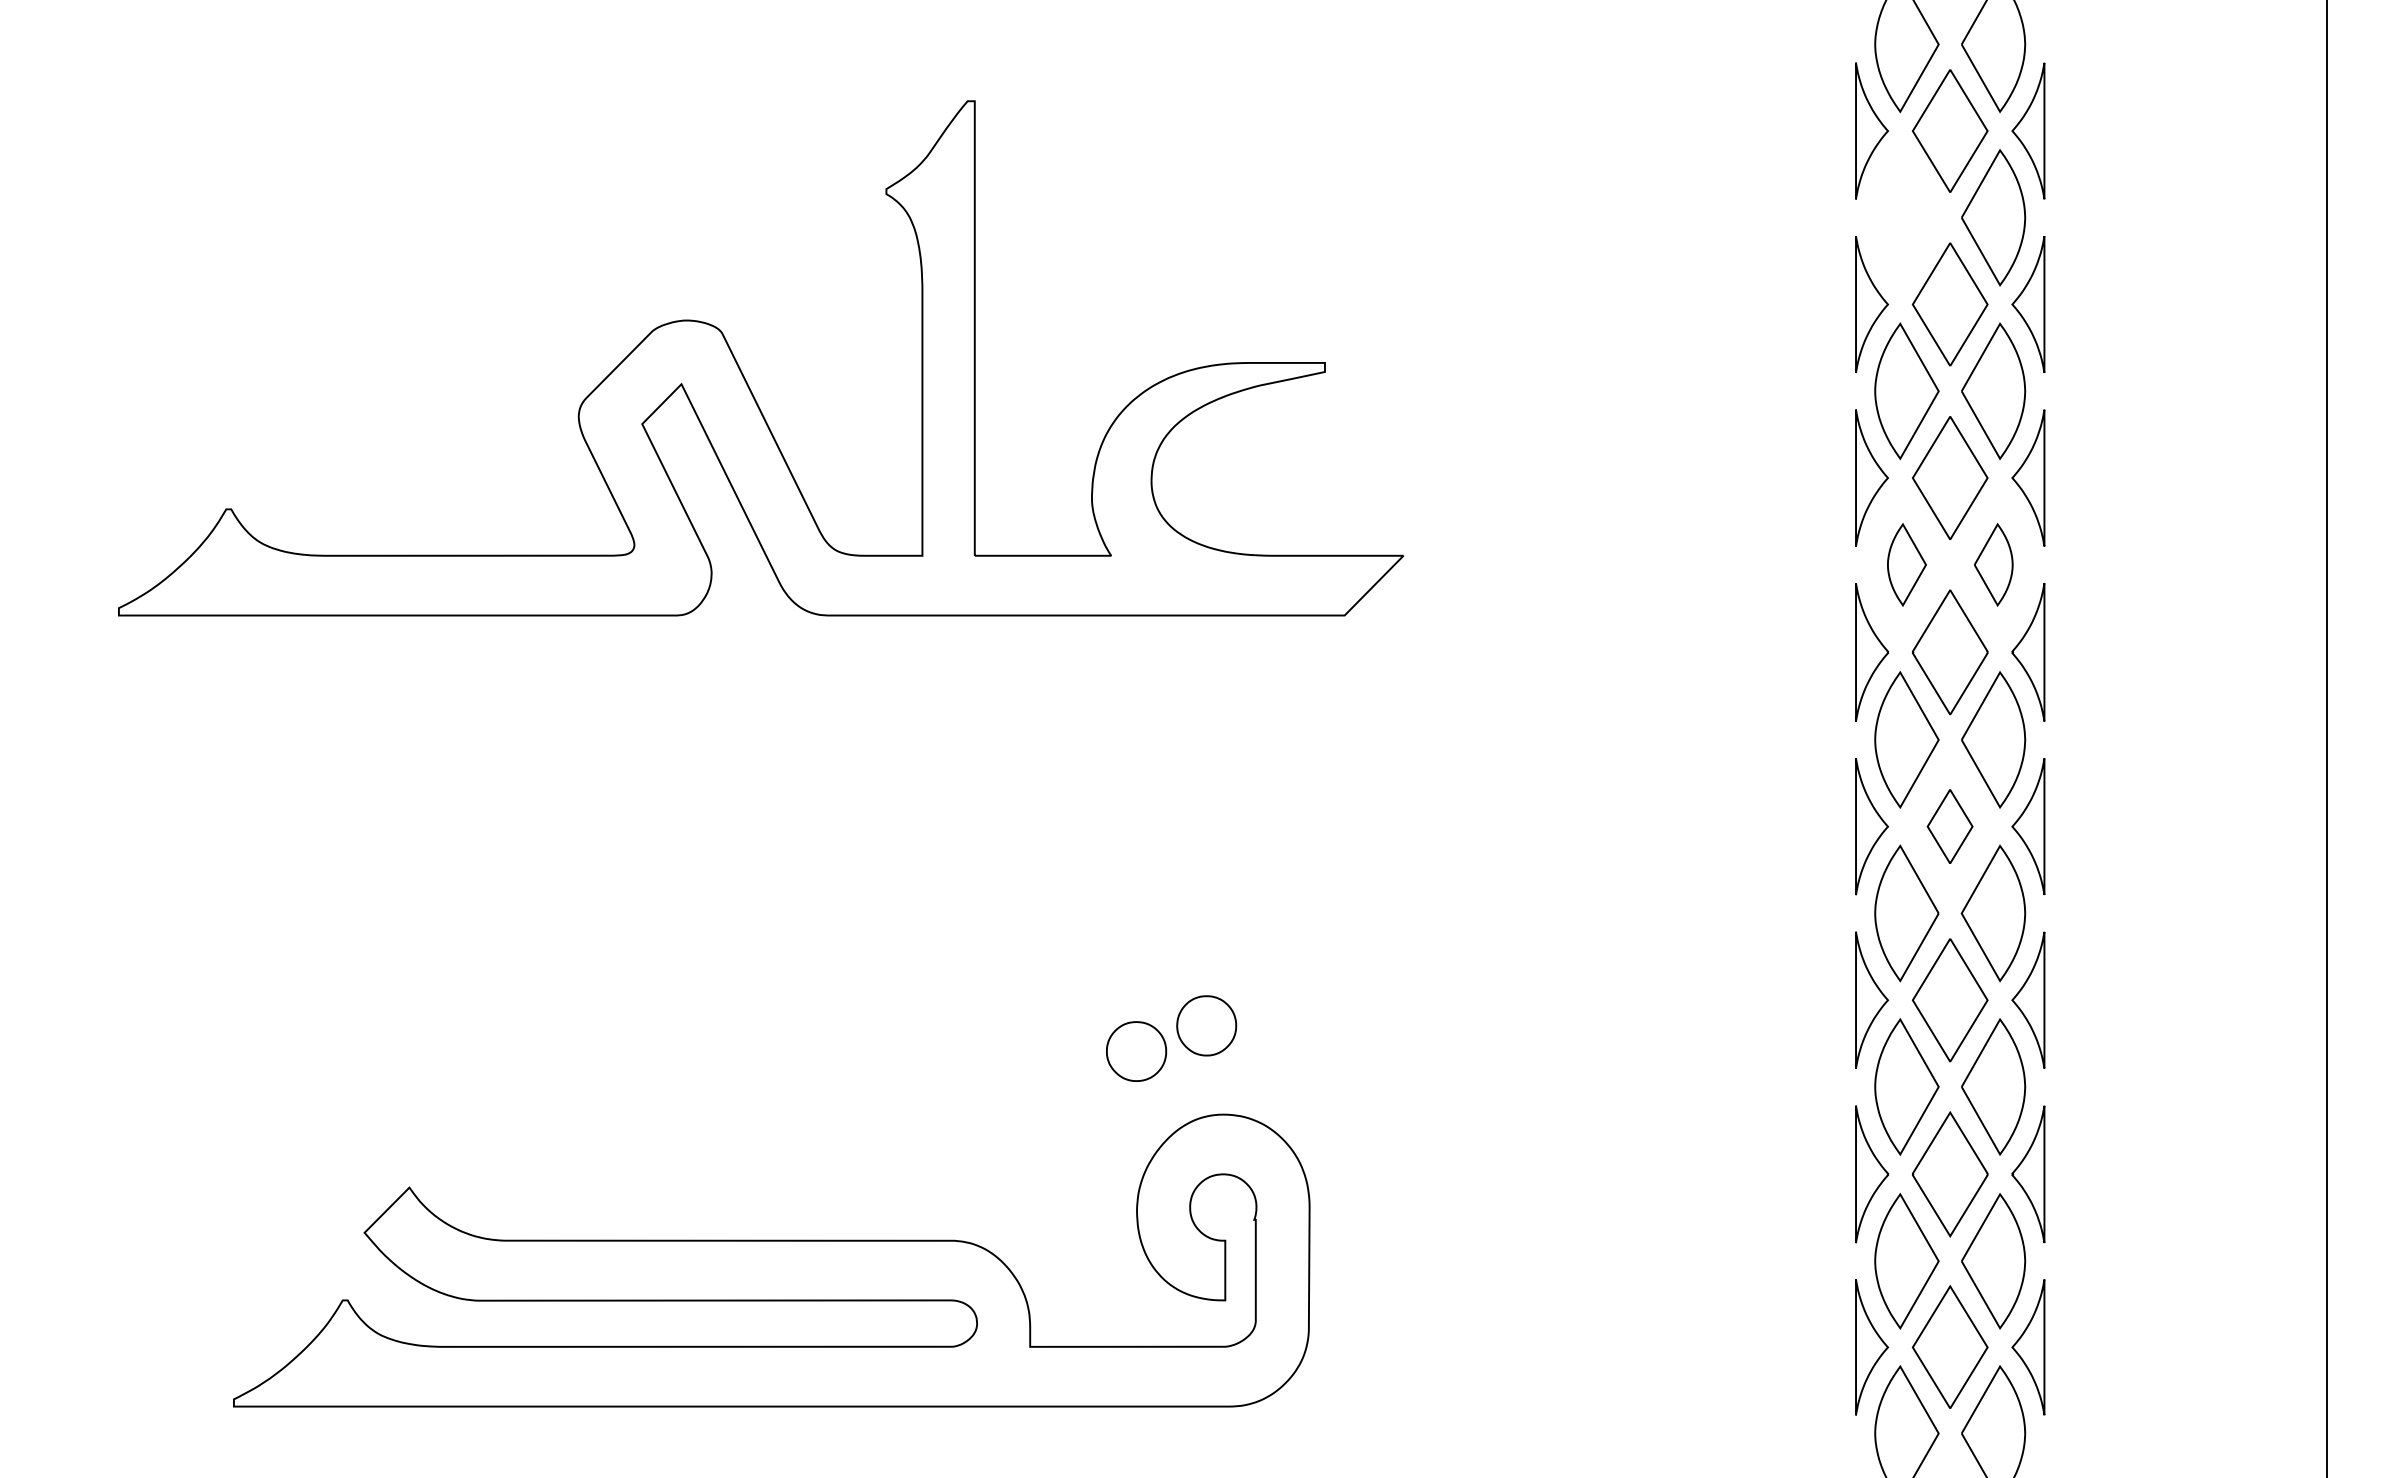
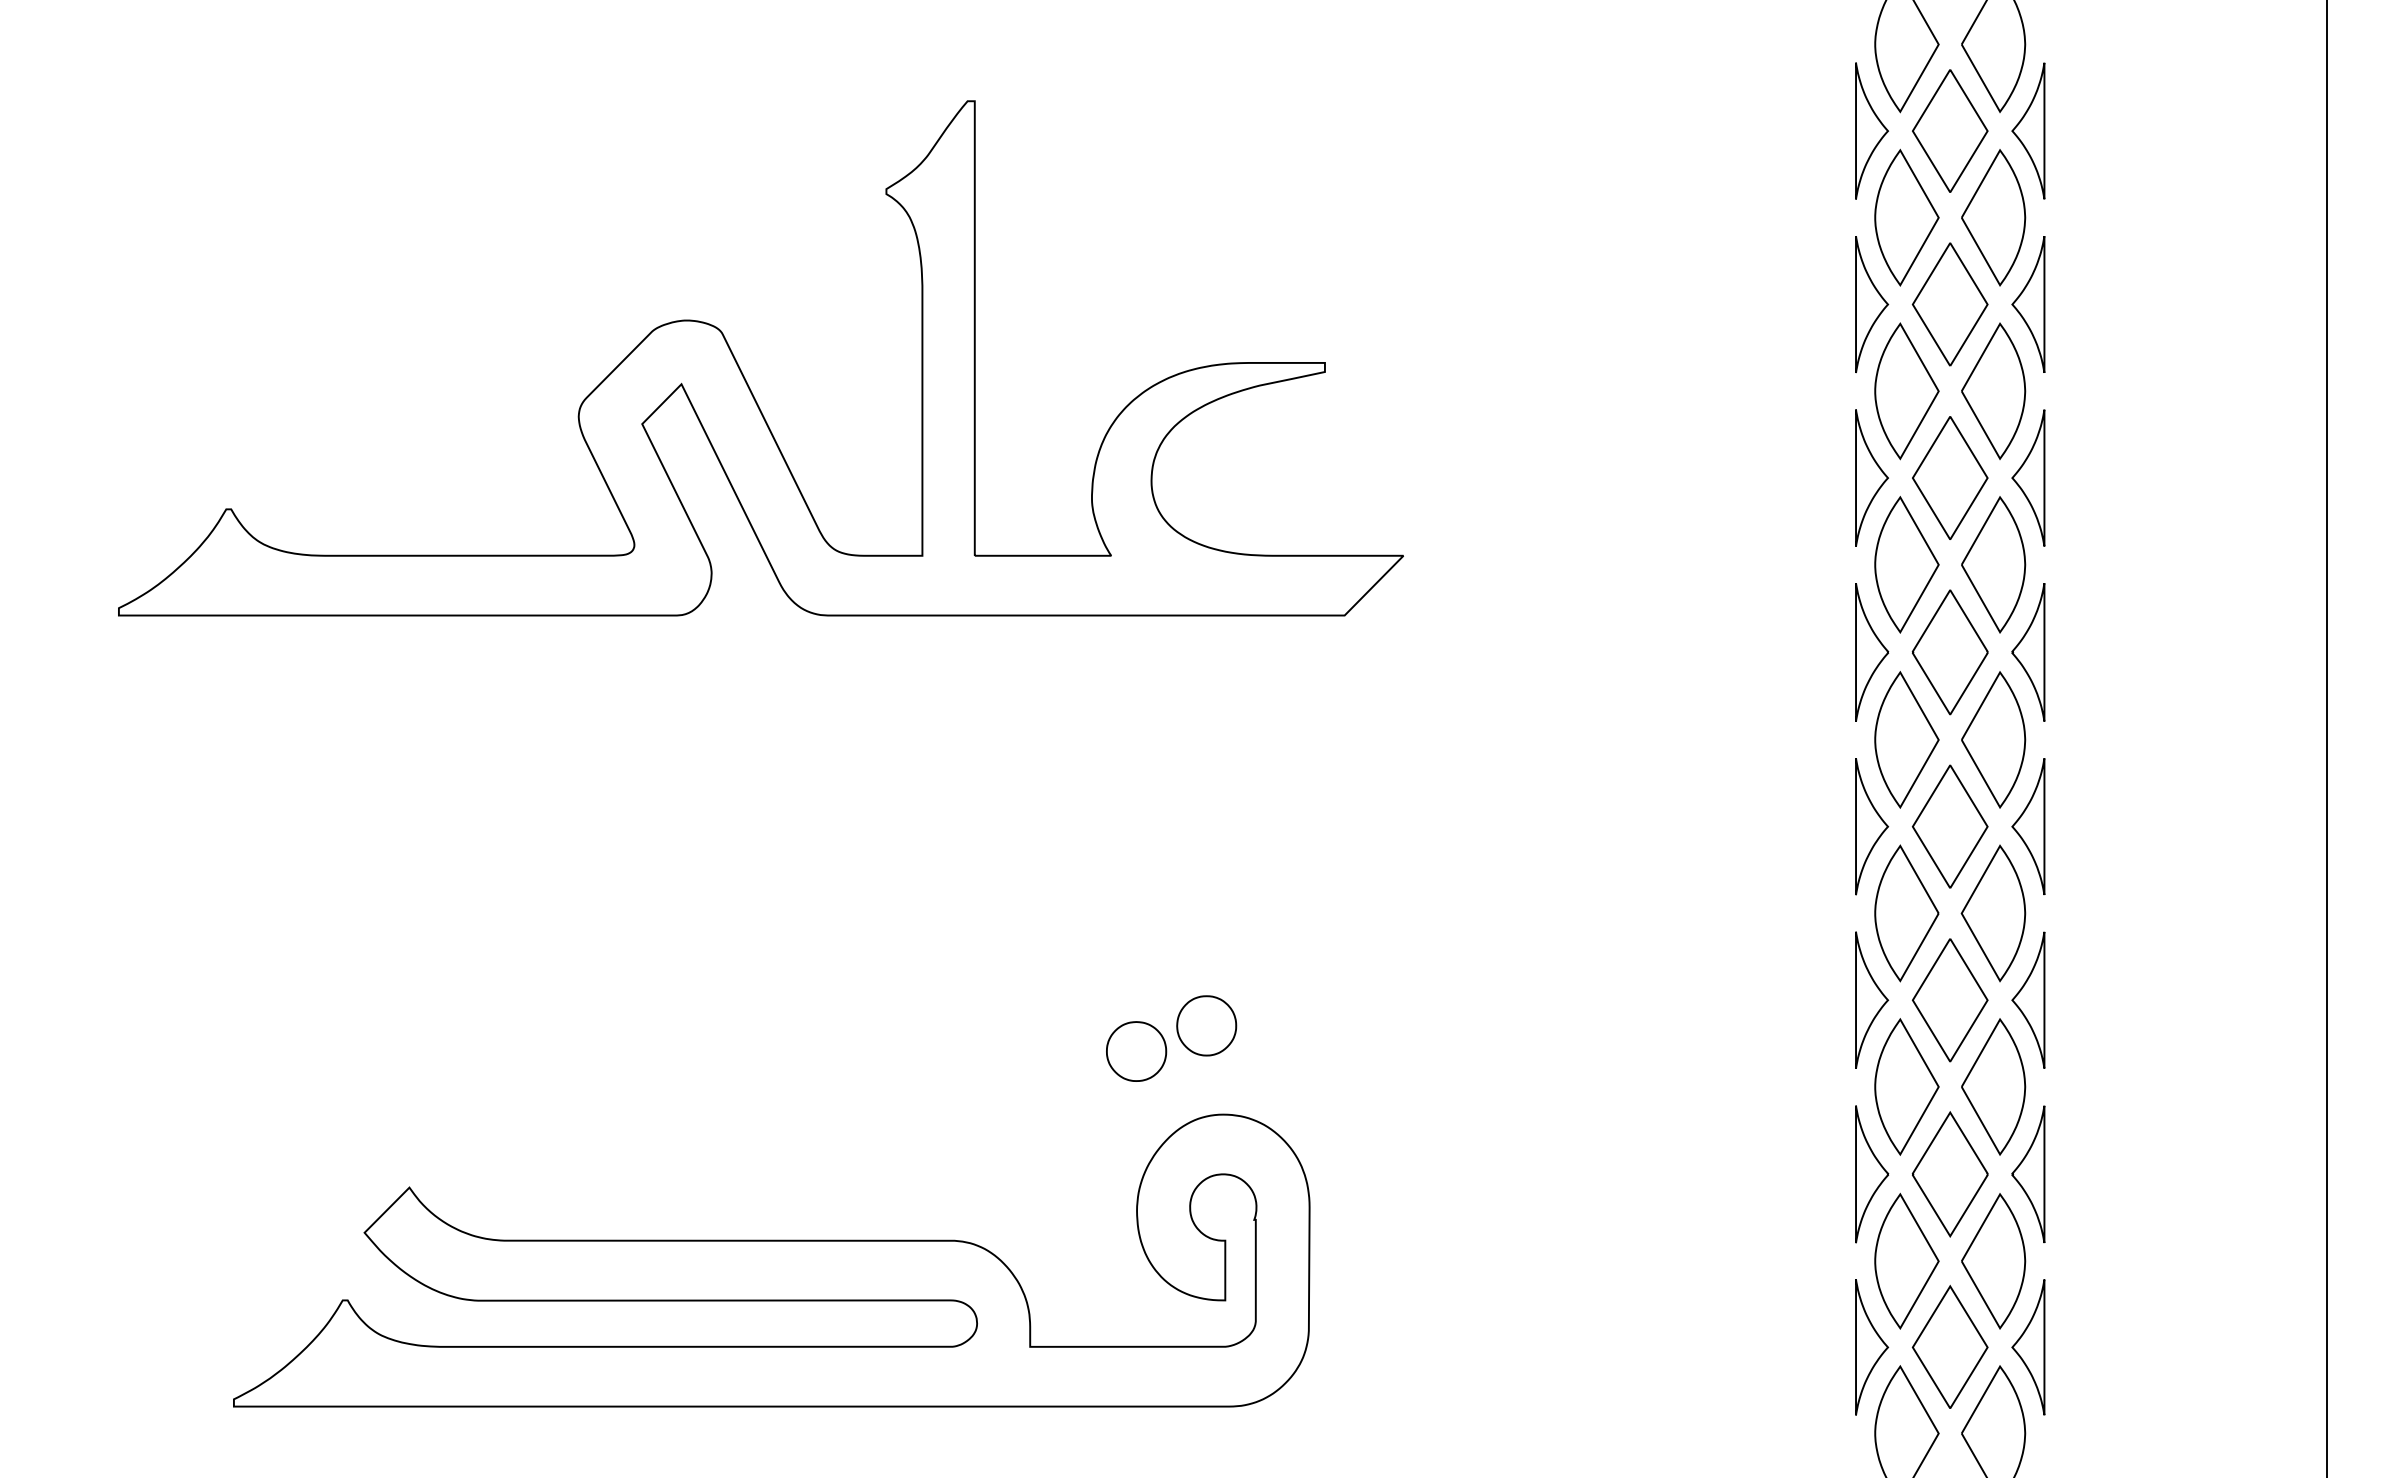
part at (1906, 217): none -> present
part at (1906, 564) size: 40x84 px -> 66x138 px
part at (1993, 564) size: 40x84 px -> 66x138 px
part at (1949, 826) size: 48x75 px -> 78x125 px
